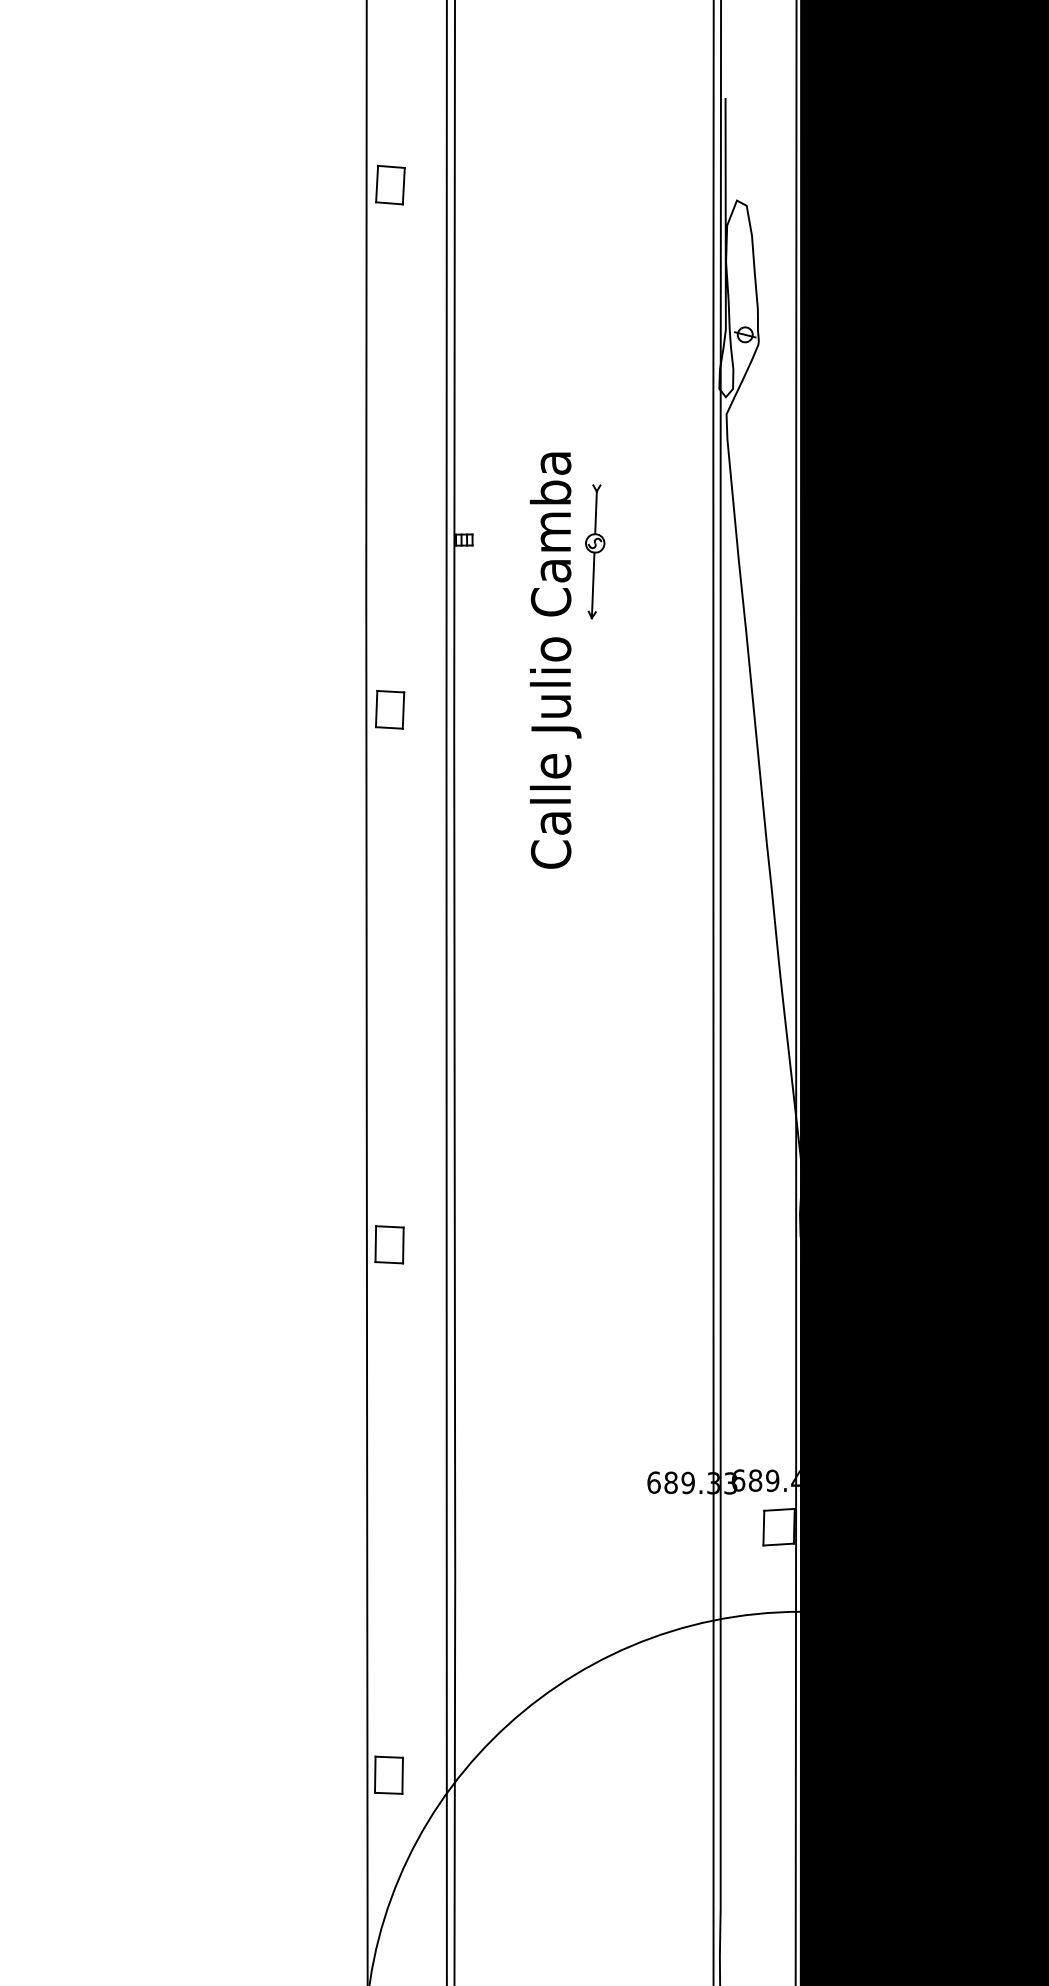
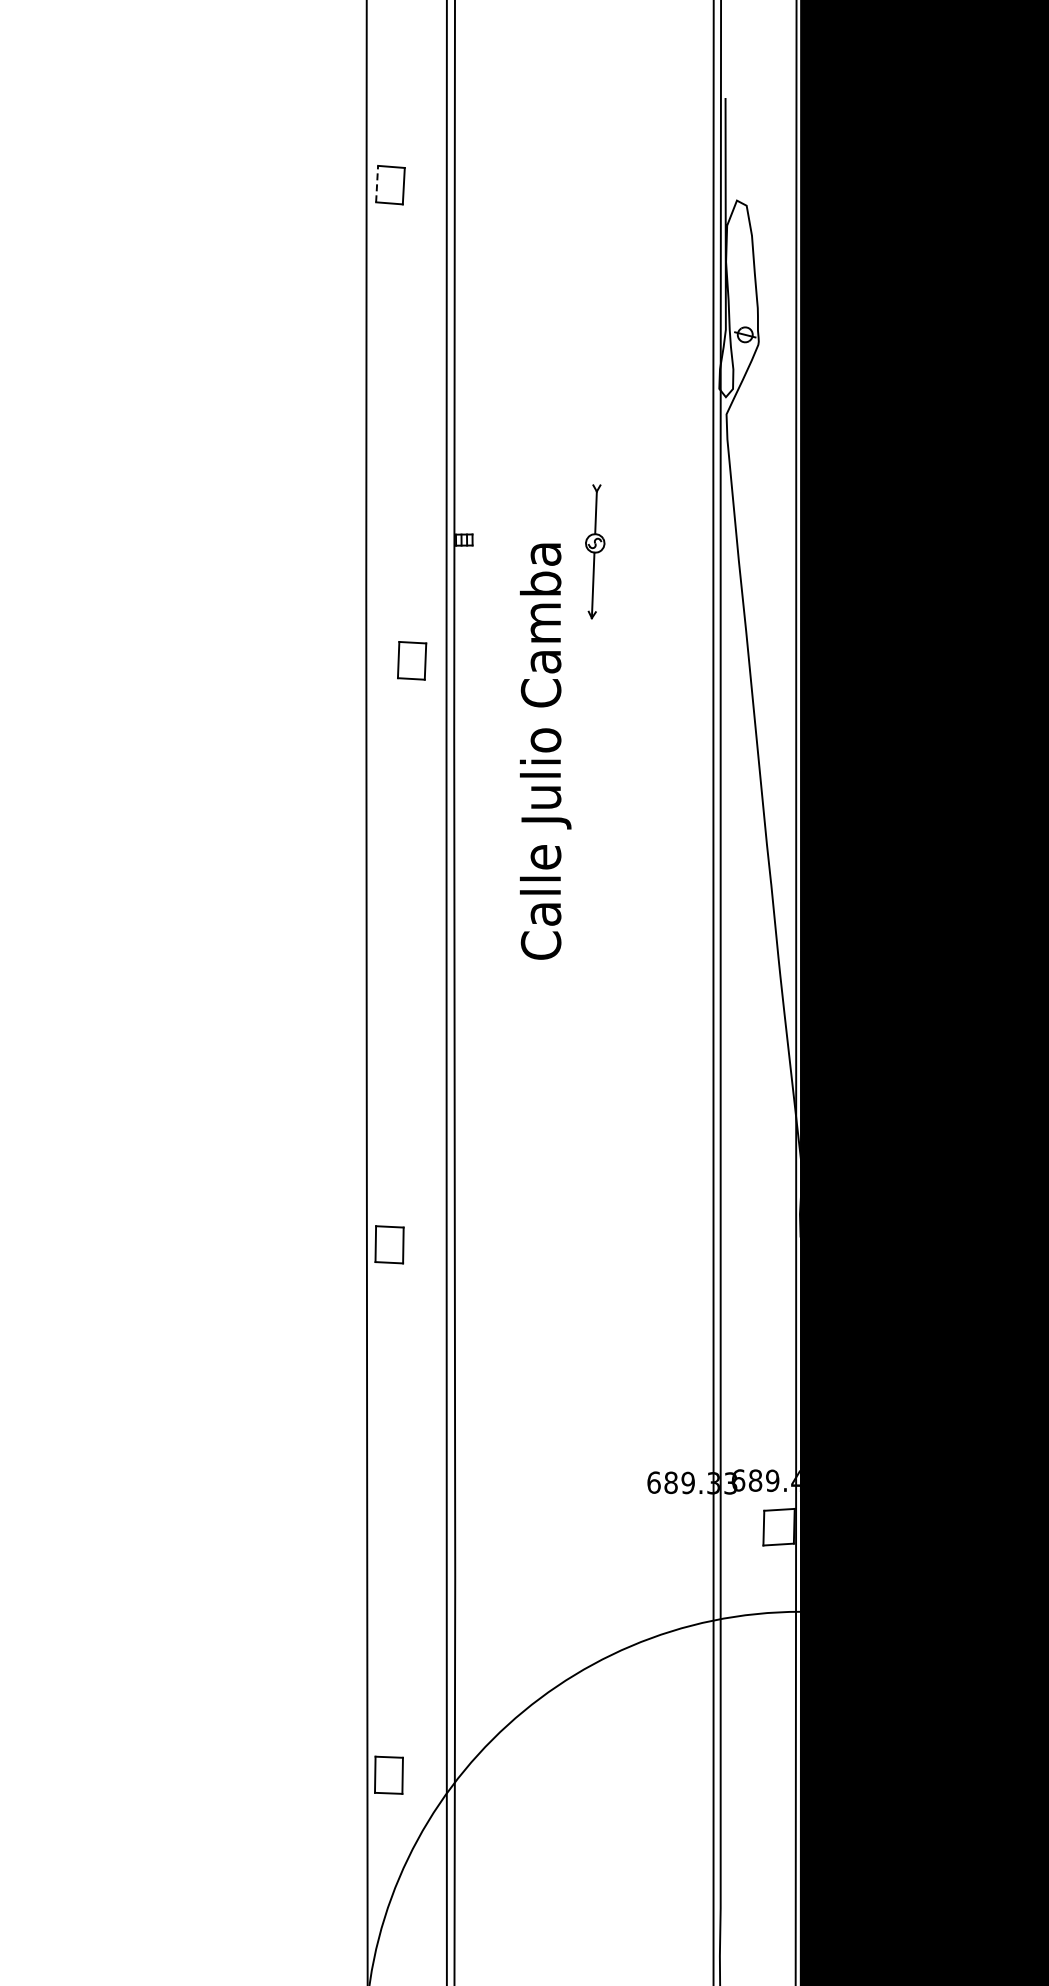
line at (377, 183): solid -> dashed
text at (555, 660) position: (555, 660) -> (545, 751)
part at (390, 709) position: (390, 709) -> (412, 660)
